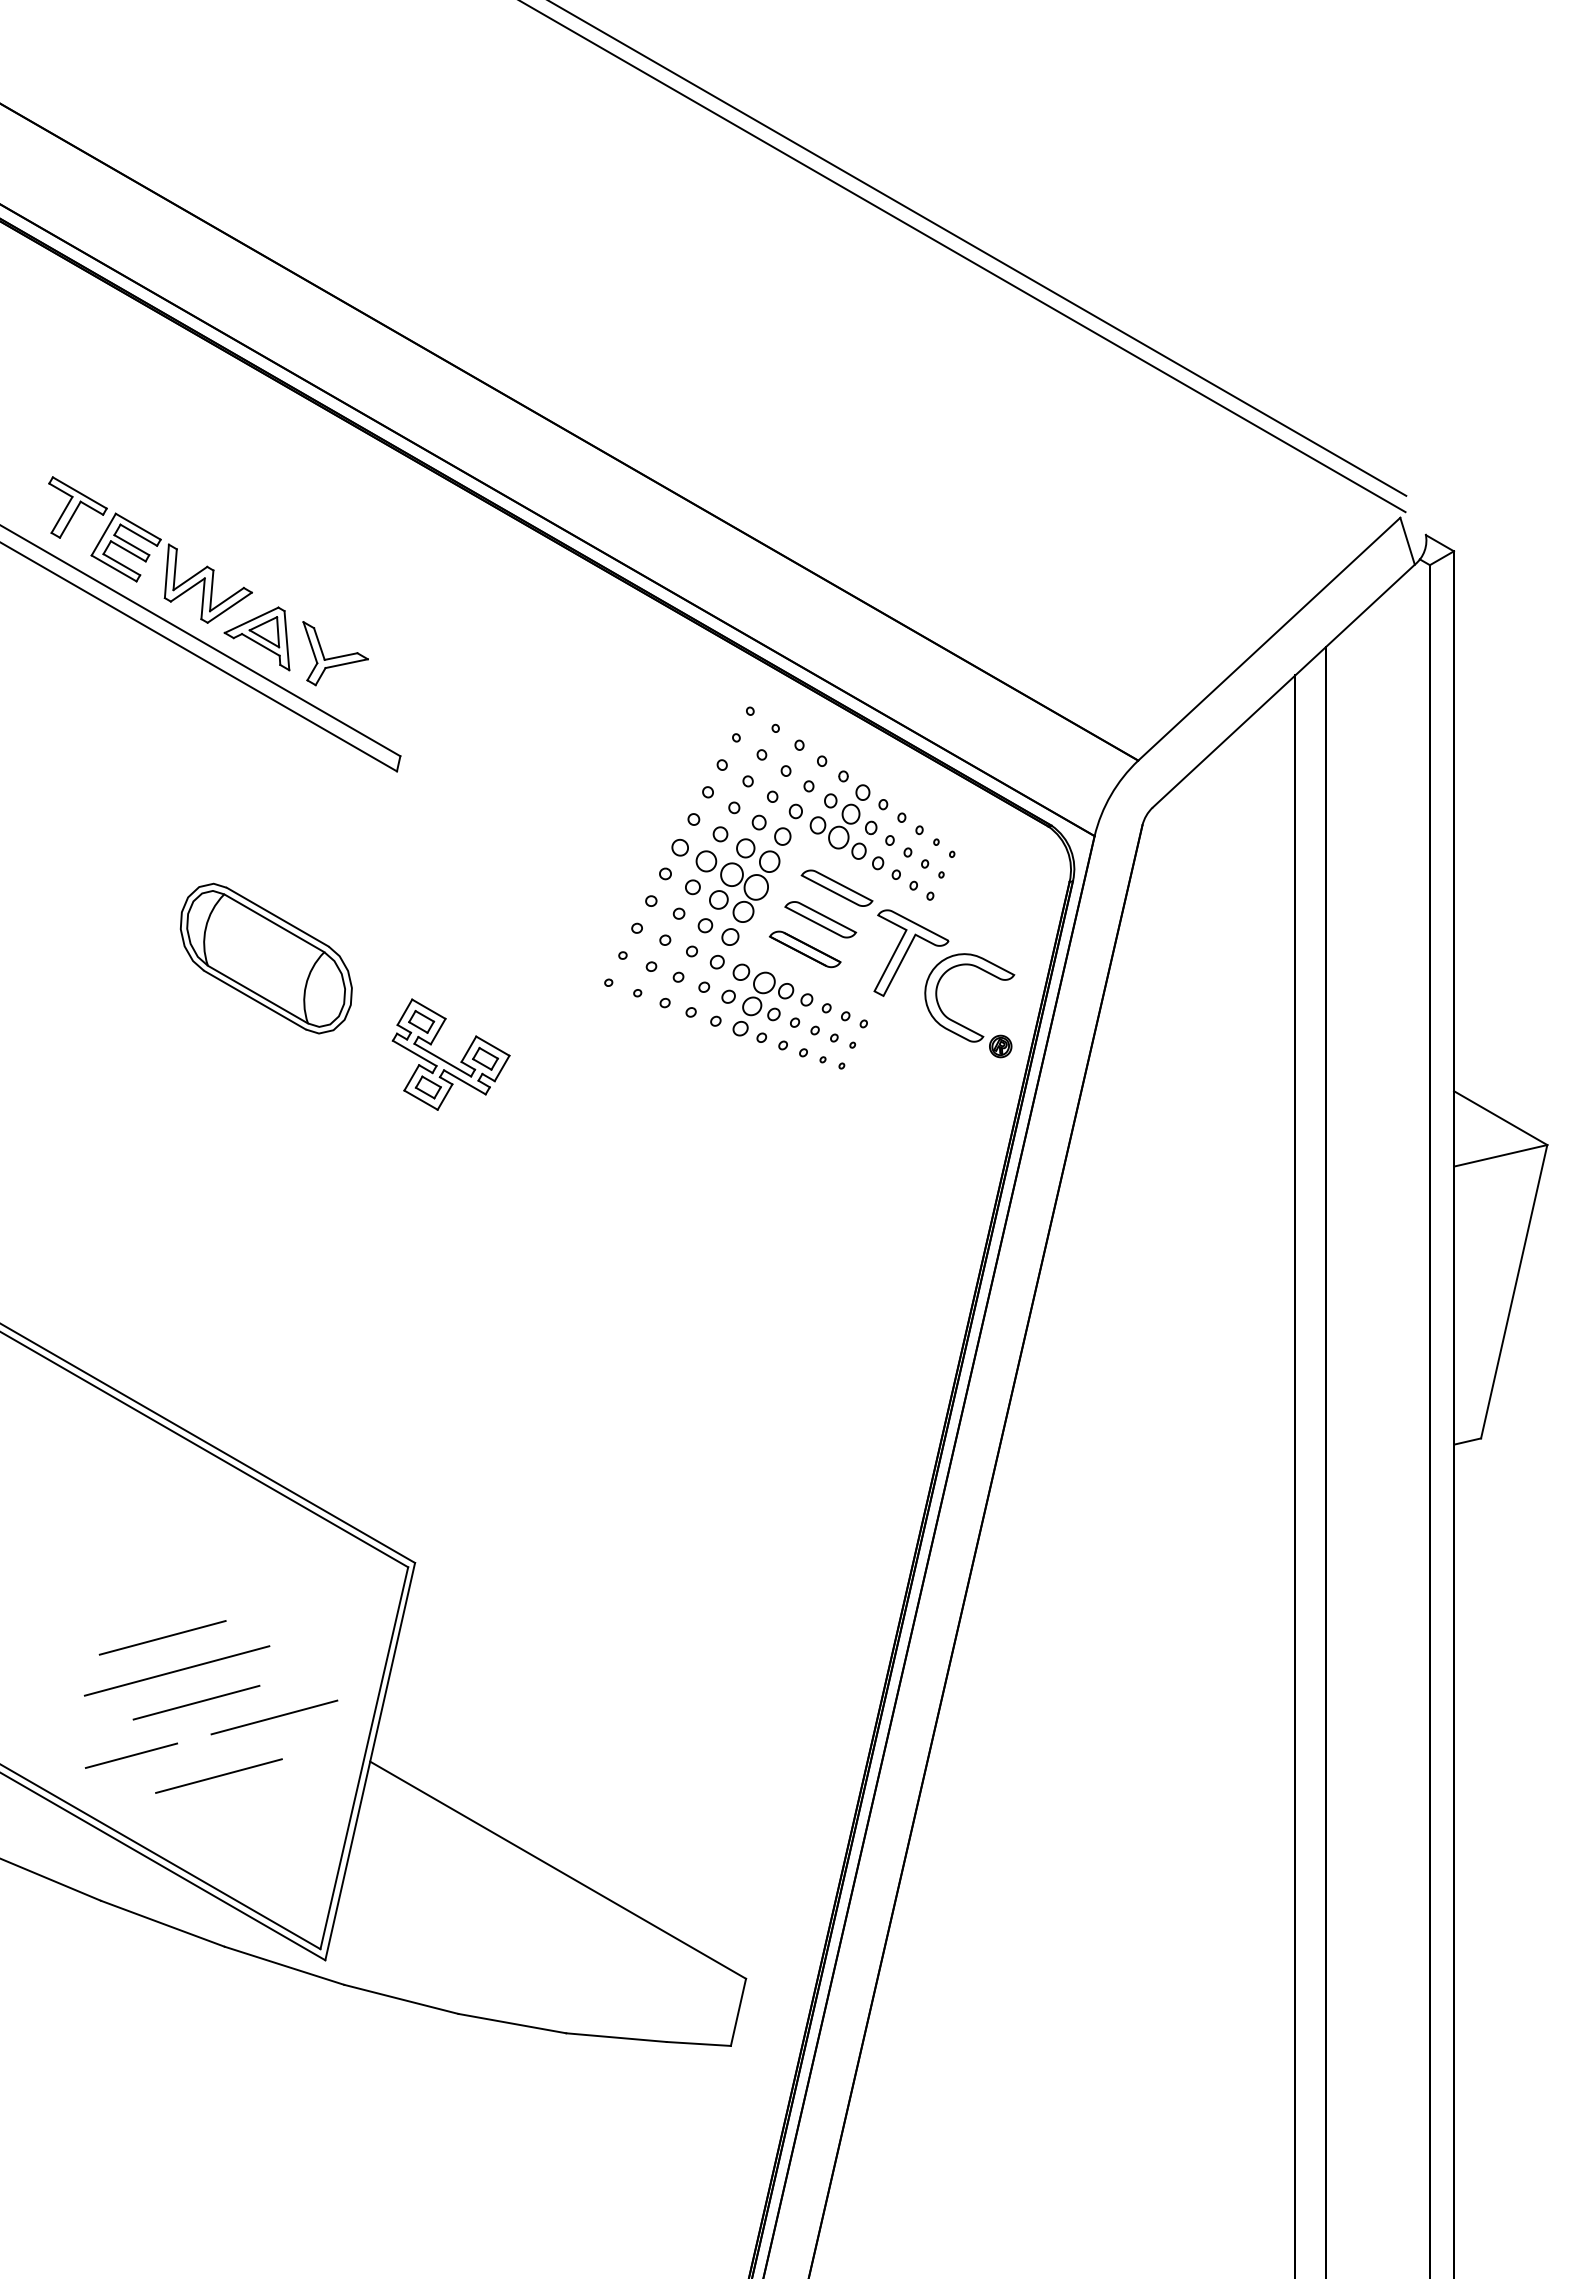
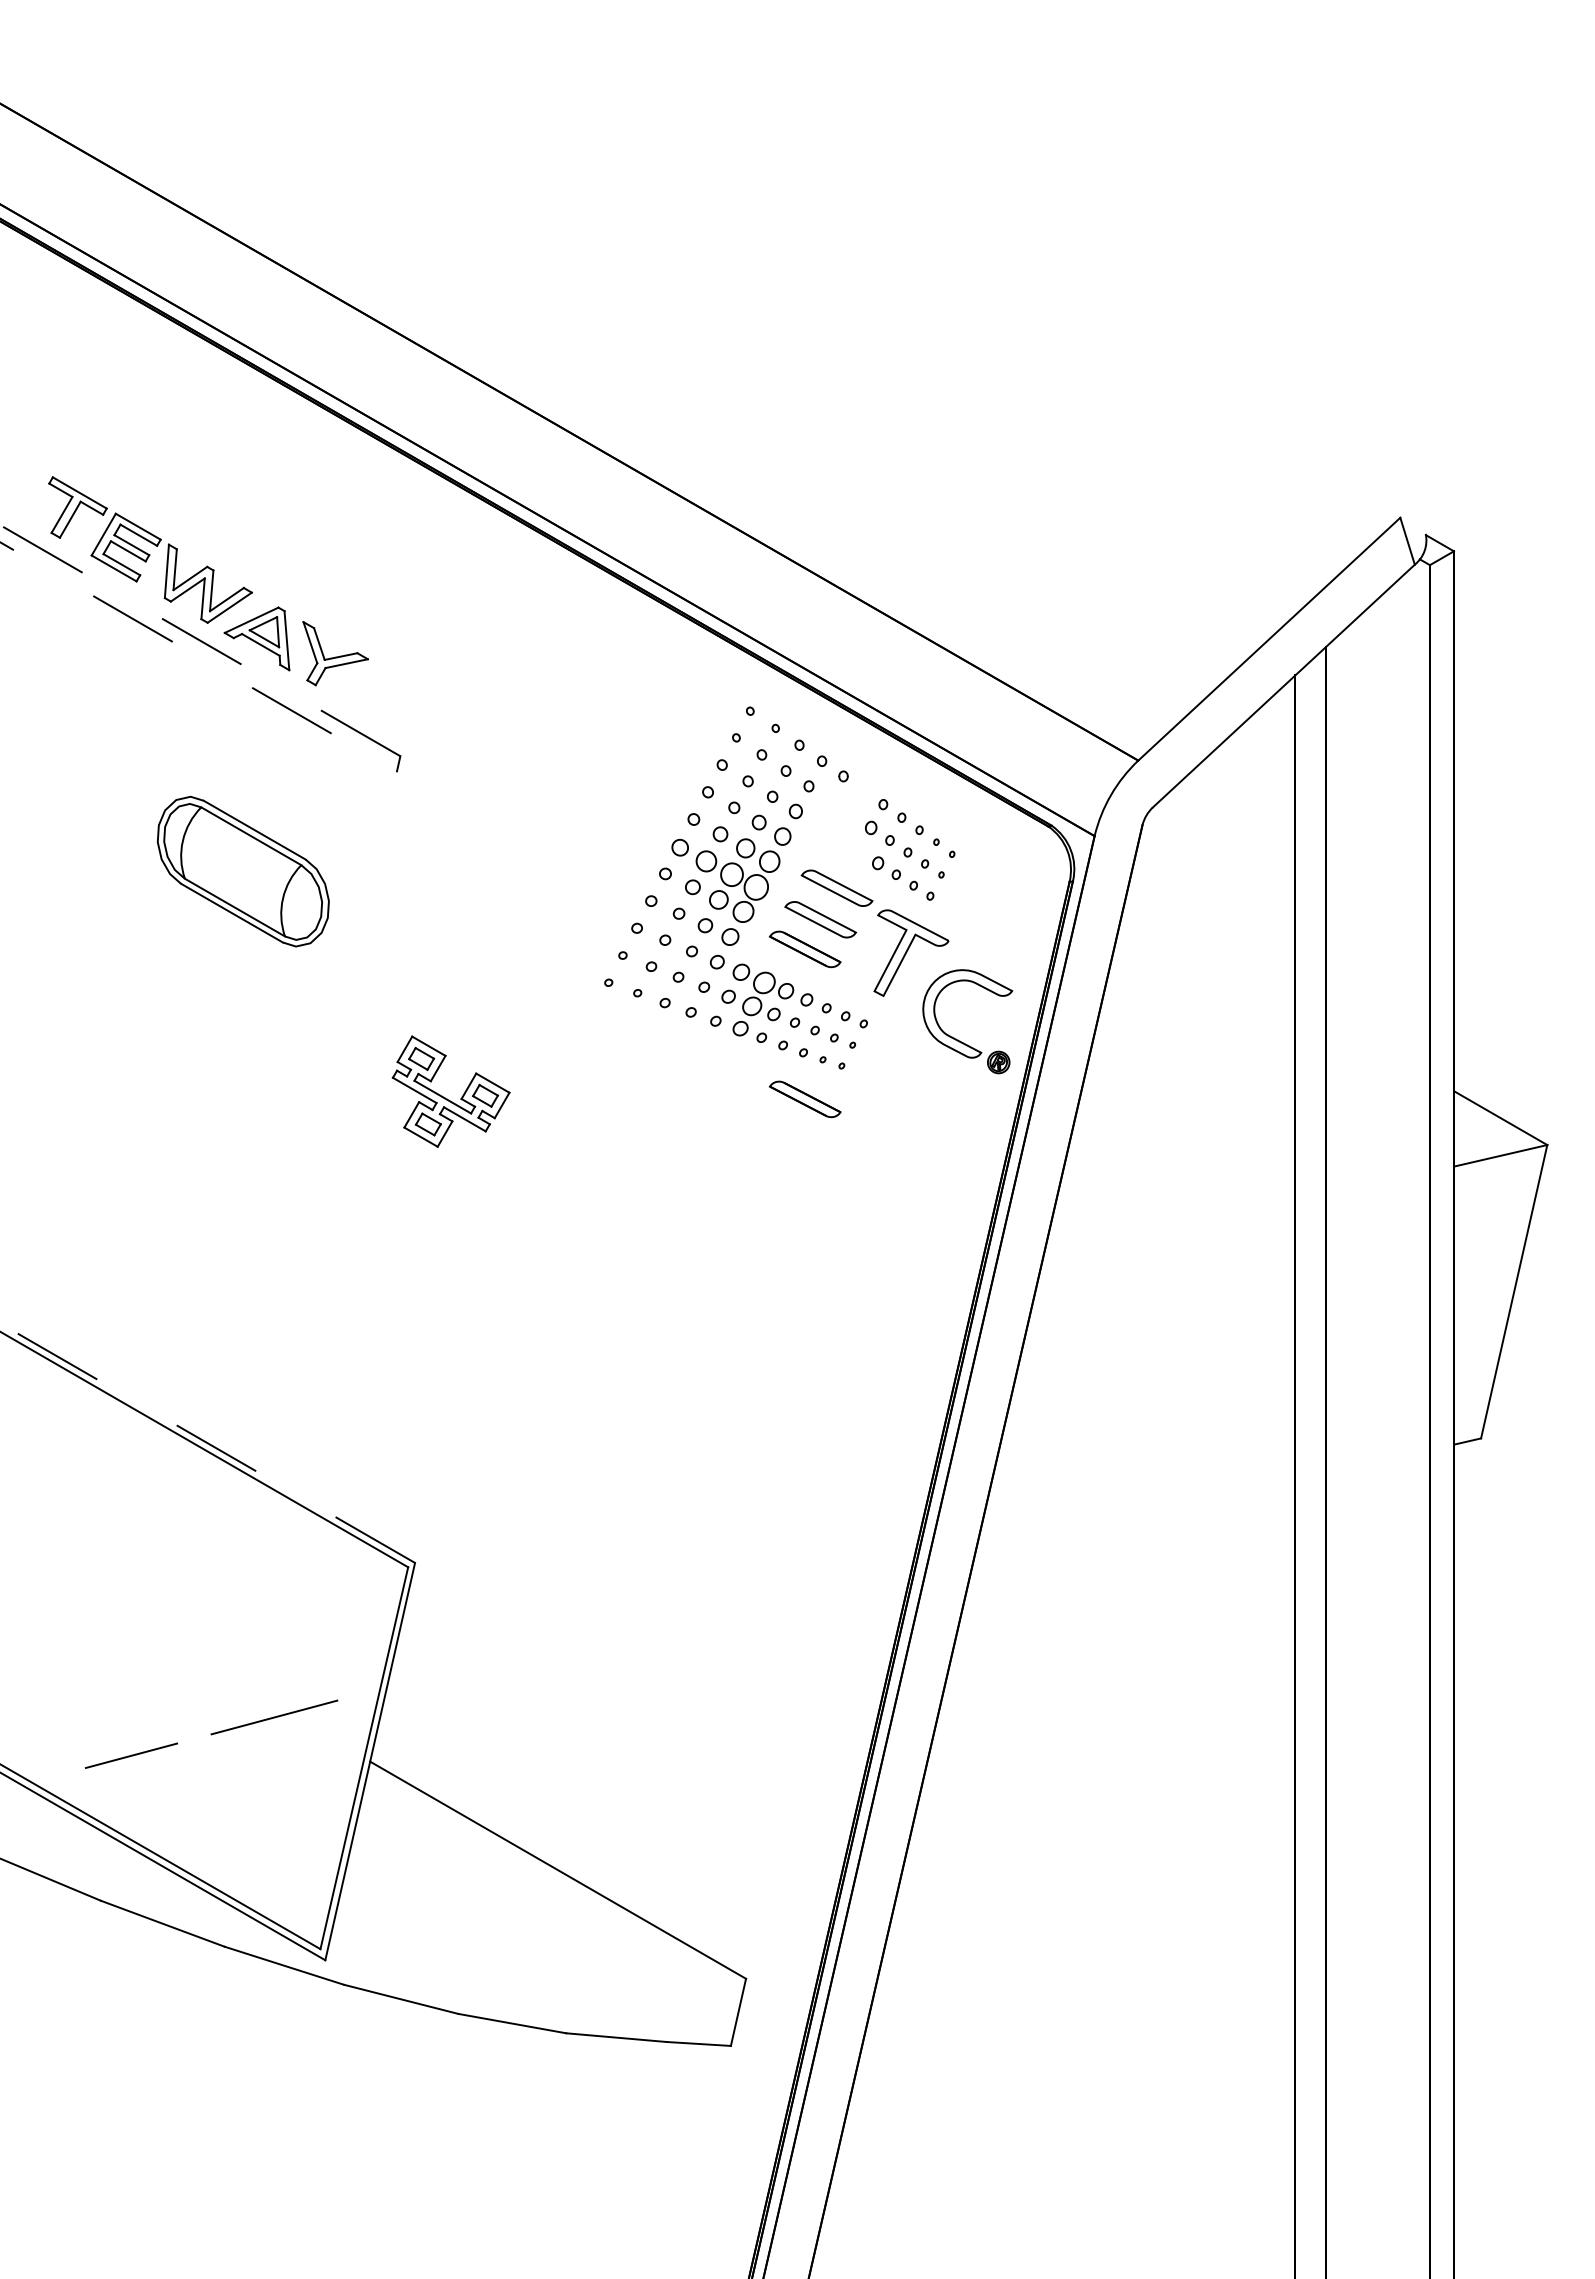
line at (978, 248): present -> none
line at (963, 257): present -> none
line at (200, 640): solid -> dashed
line at (198, 656): solid -> dashed
part at (839, 821): present -> none
part at (265, 958) position: (265, 958) -> (242, 871)
part at (960, 1023) position: (960, 1023) -> (958, 1039)
part at (447, 1061) position: (447, 1061) -> (447, 1098)
part at (804, 1099): none -> present
line at (207, 1443): solid -> dashed
line at (162, 1637): present -> none
line at (176, 1670): present -> none
line at (196, 1702): present -> none
line at (218, 1775): present -> none
